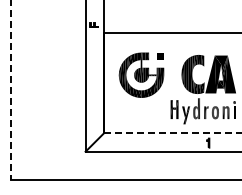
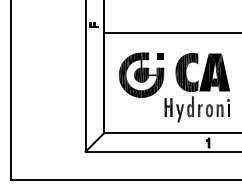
part at (202, 89) position: (202, 89) -> (196, 87)
line at (11, 90): dashed -> solid
line at (173, 133): dashed -> solid
